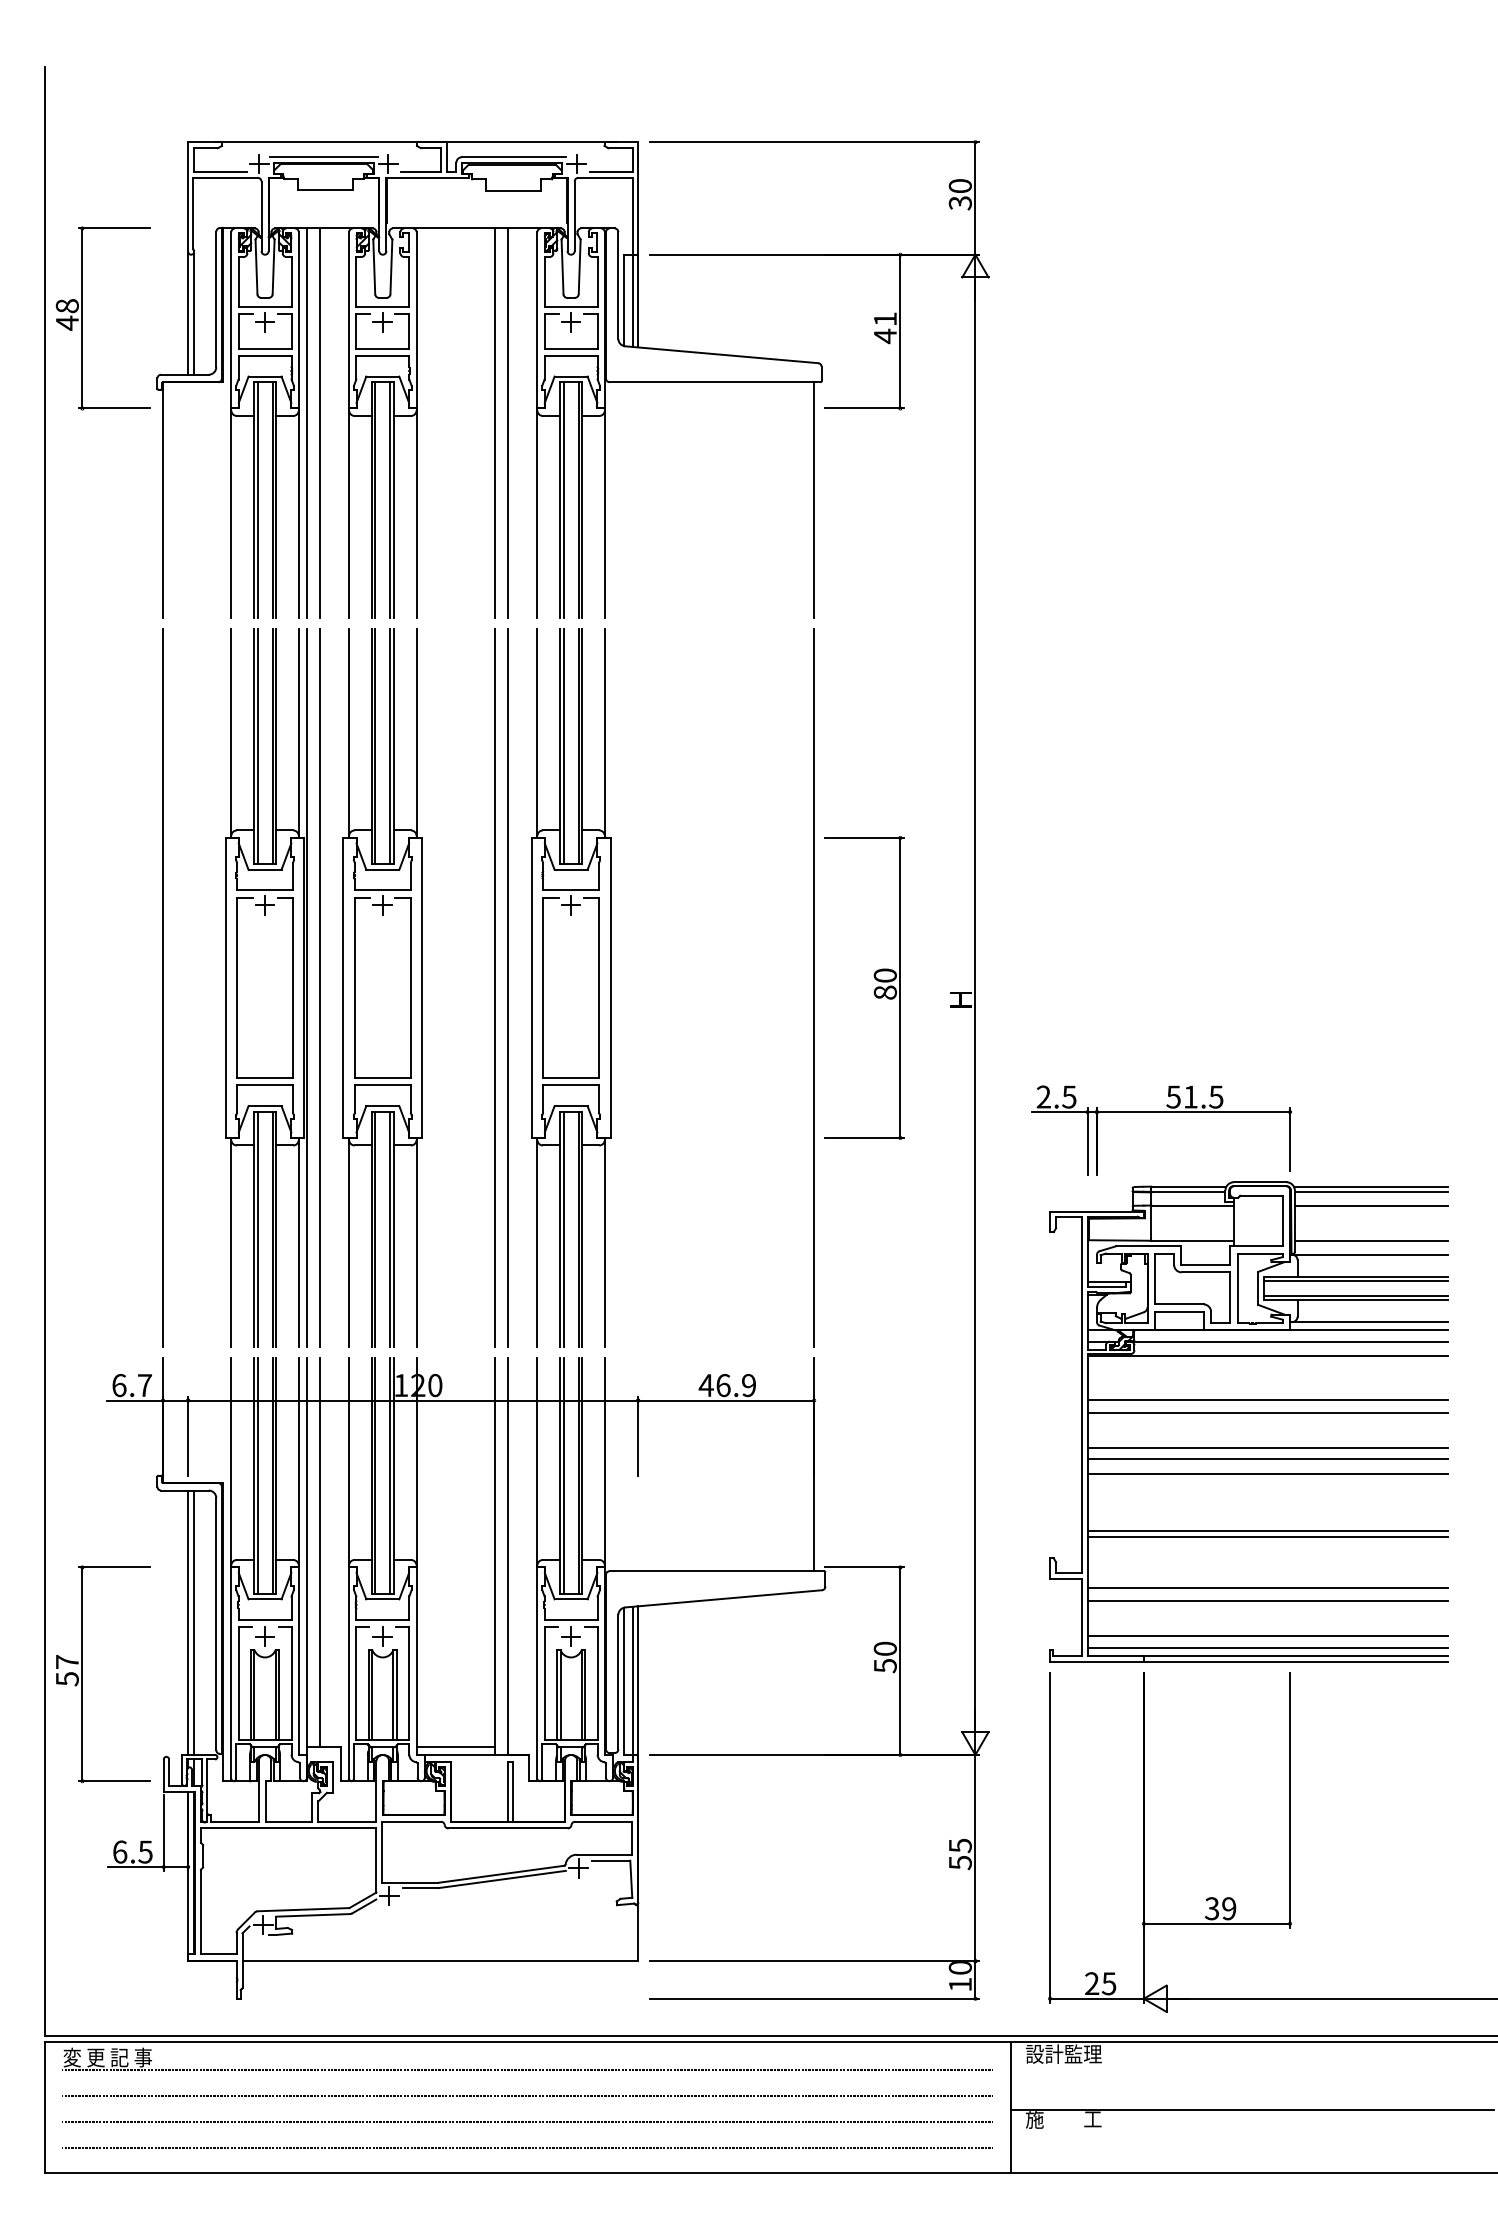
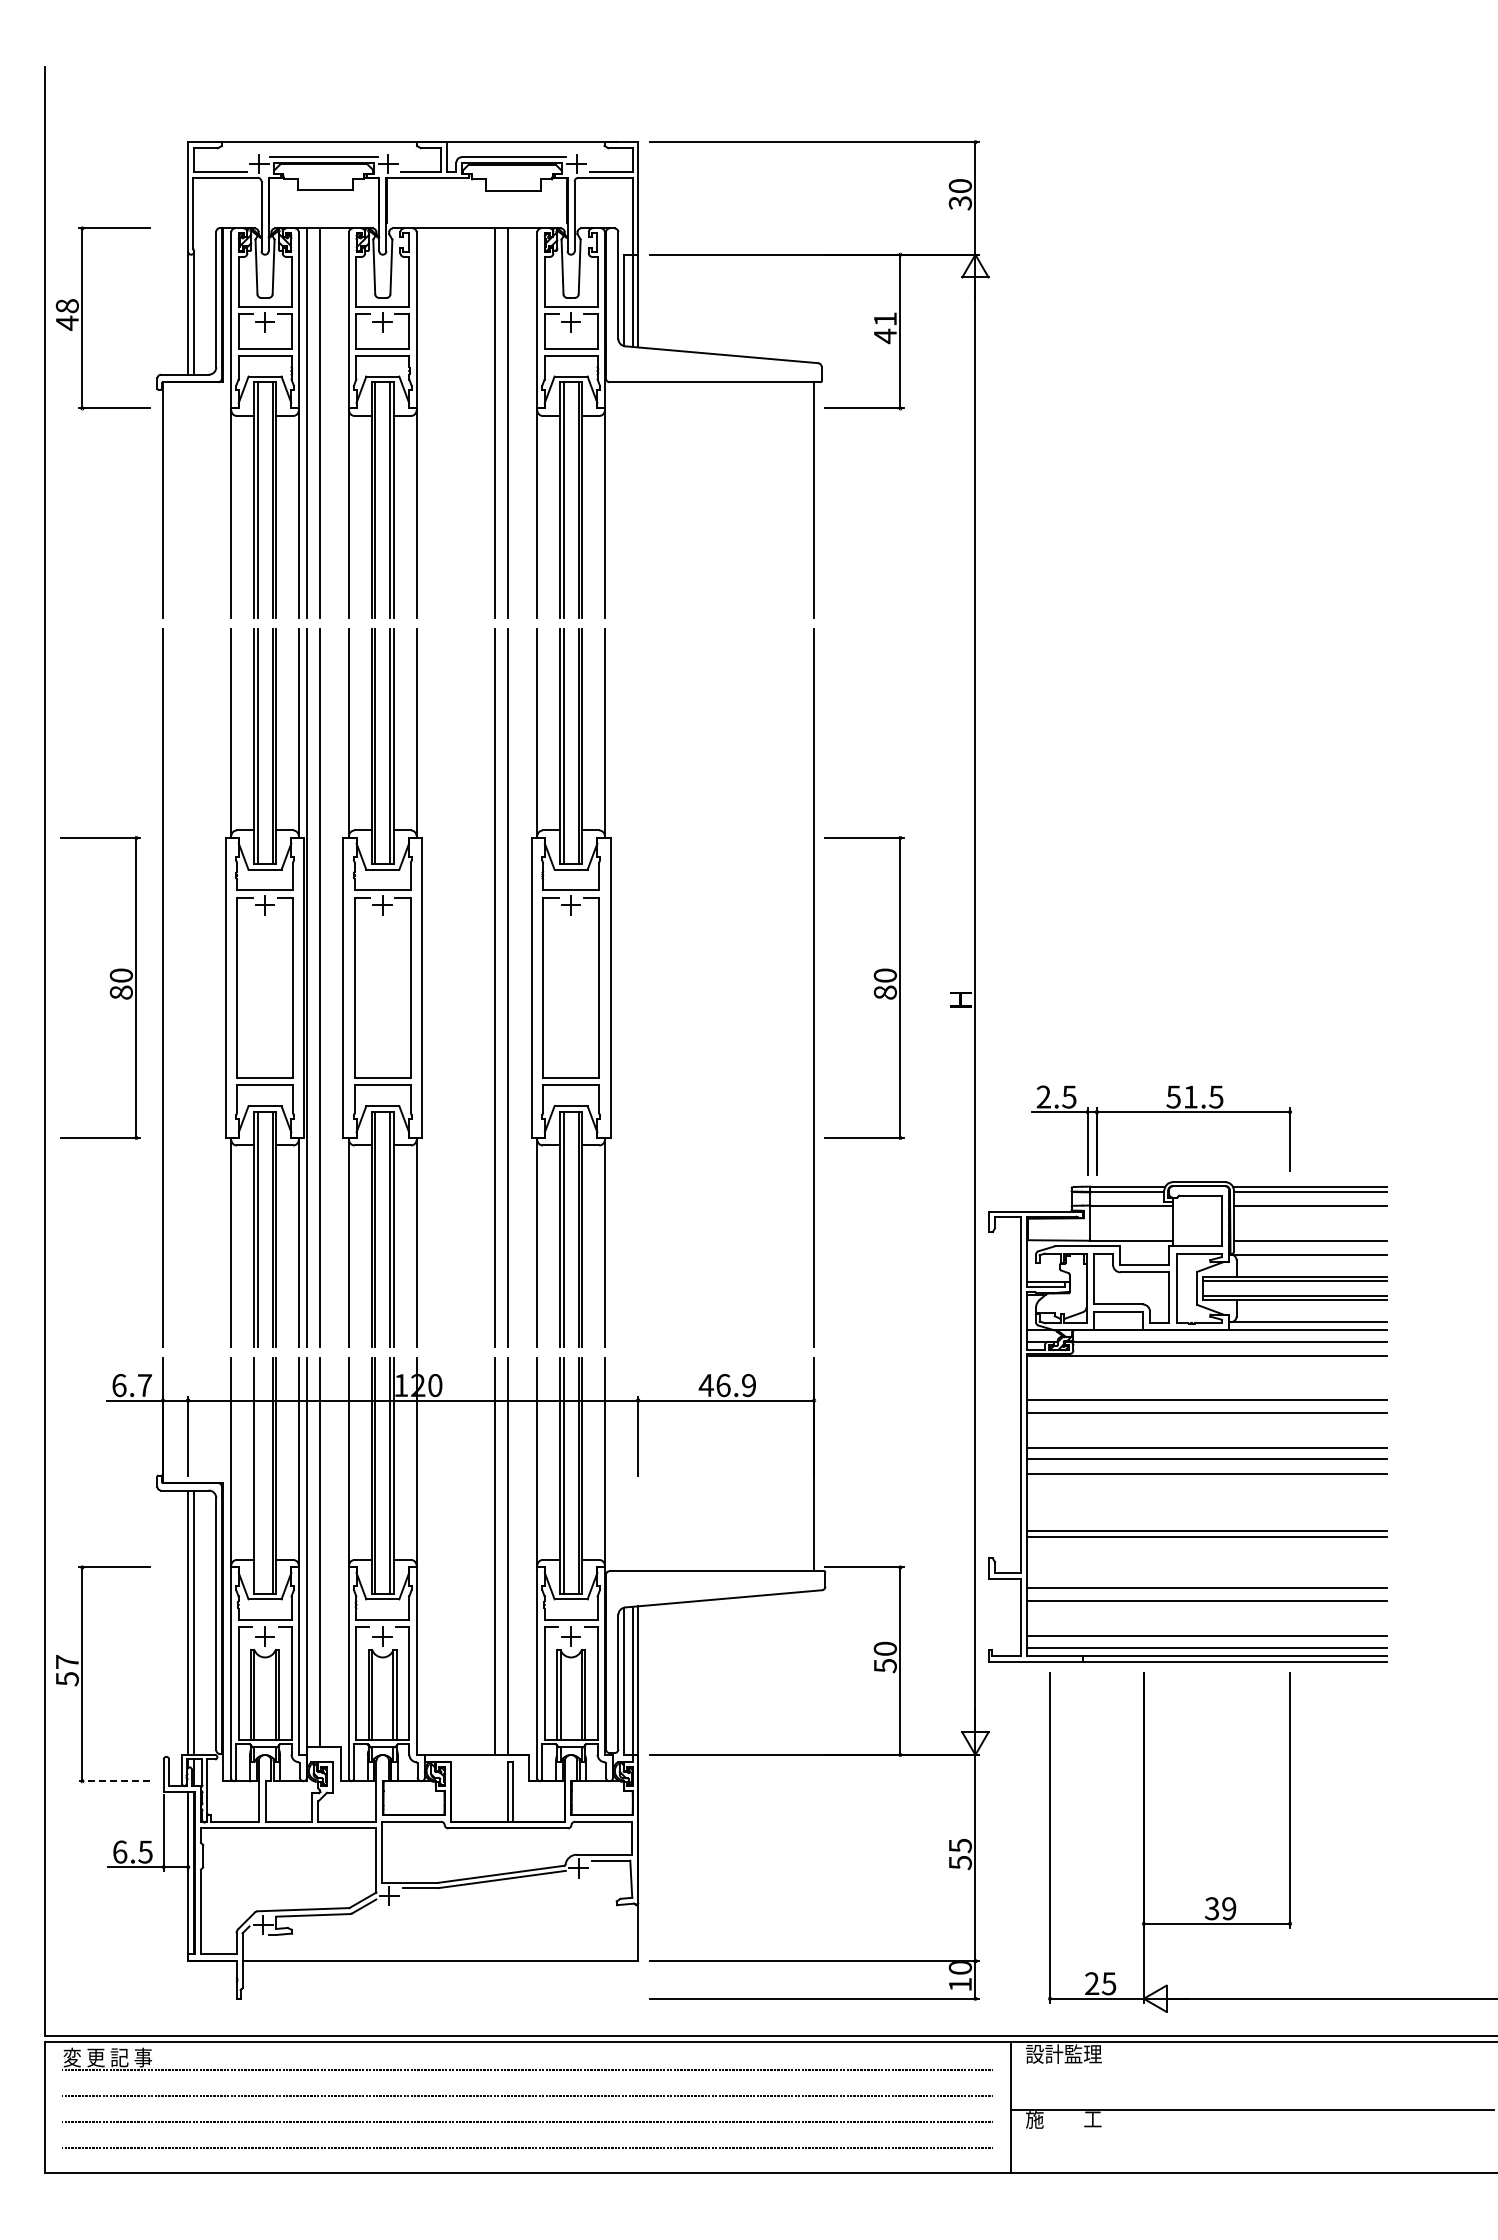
part at (110, 989): none -> present
part at (1248, 1413) position: (1248, 1413) -> (1187, 1413)
line at (257, 1475): present -> none
line at (455, 1747): present -> none
line at (114, 1781): solid -> dashed
